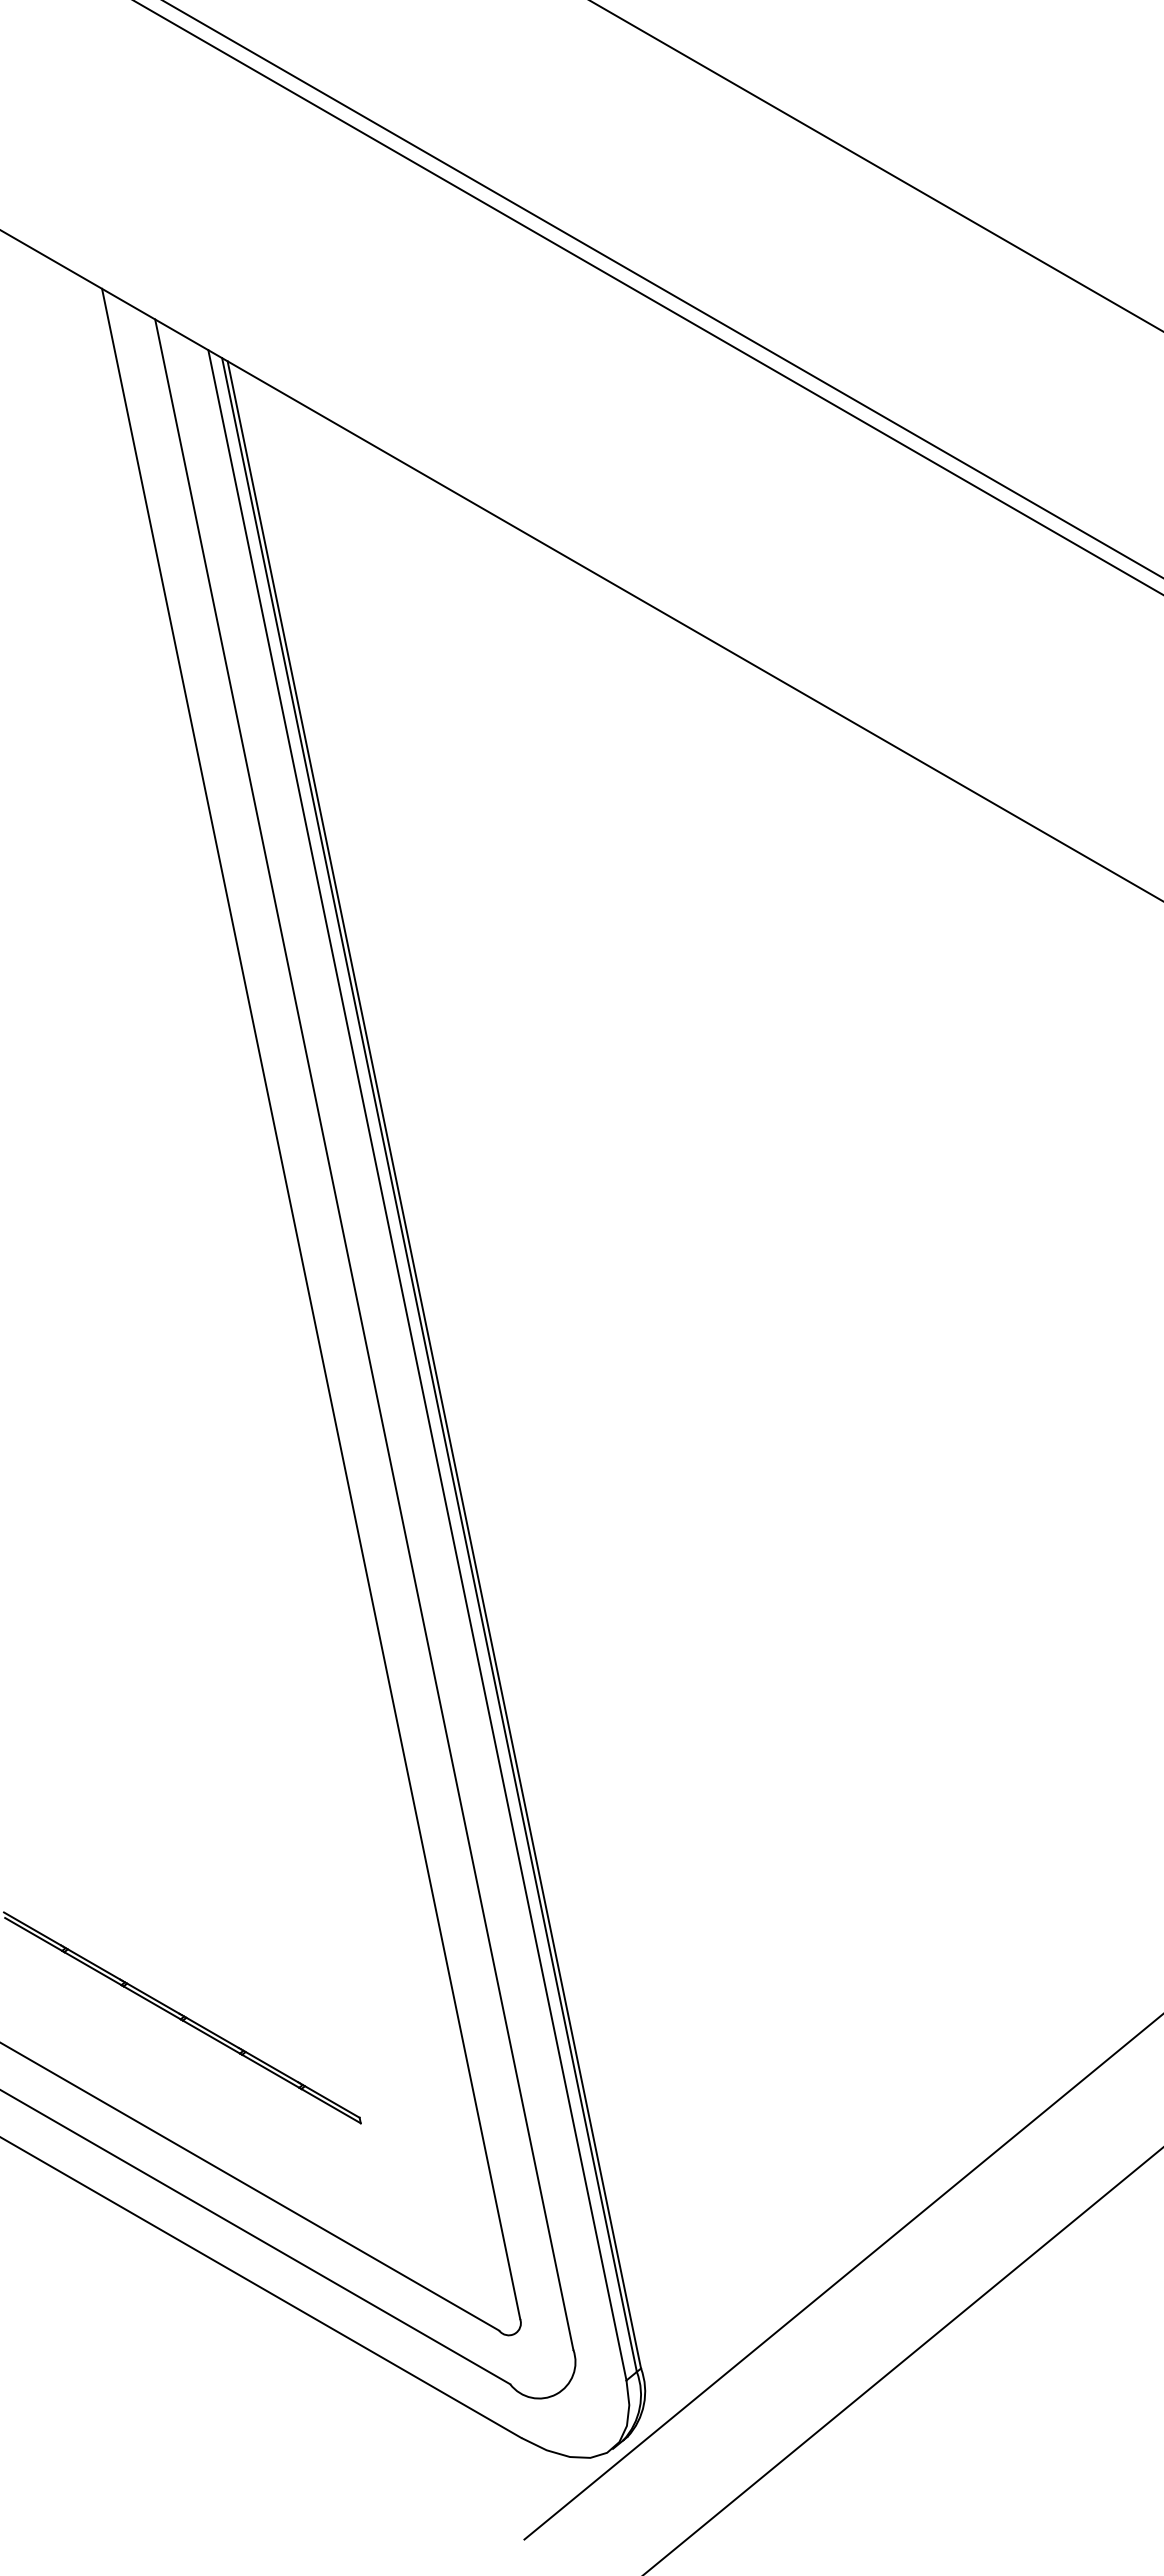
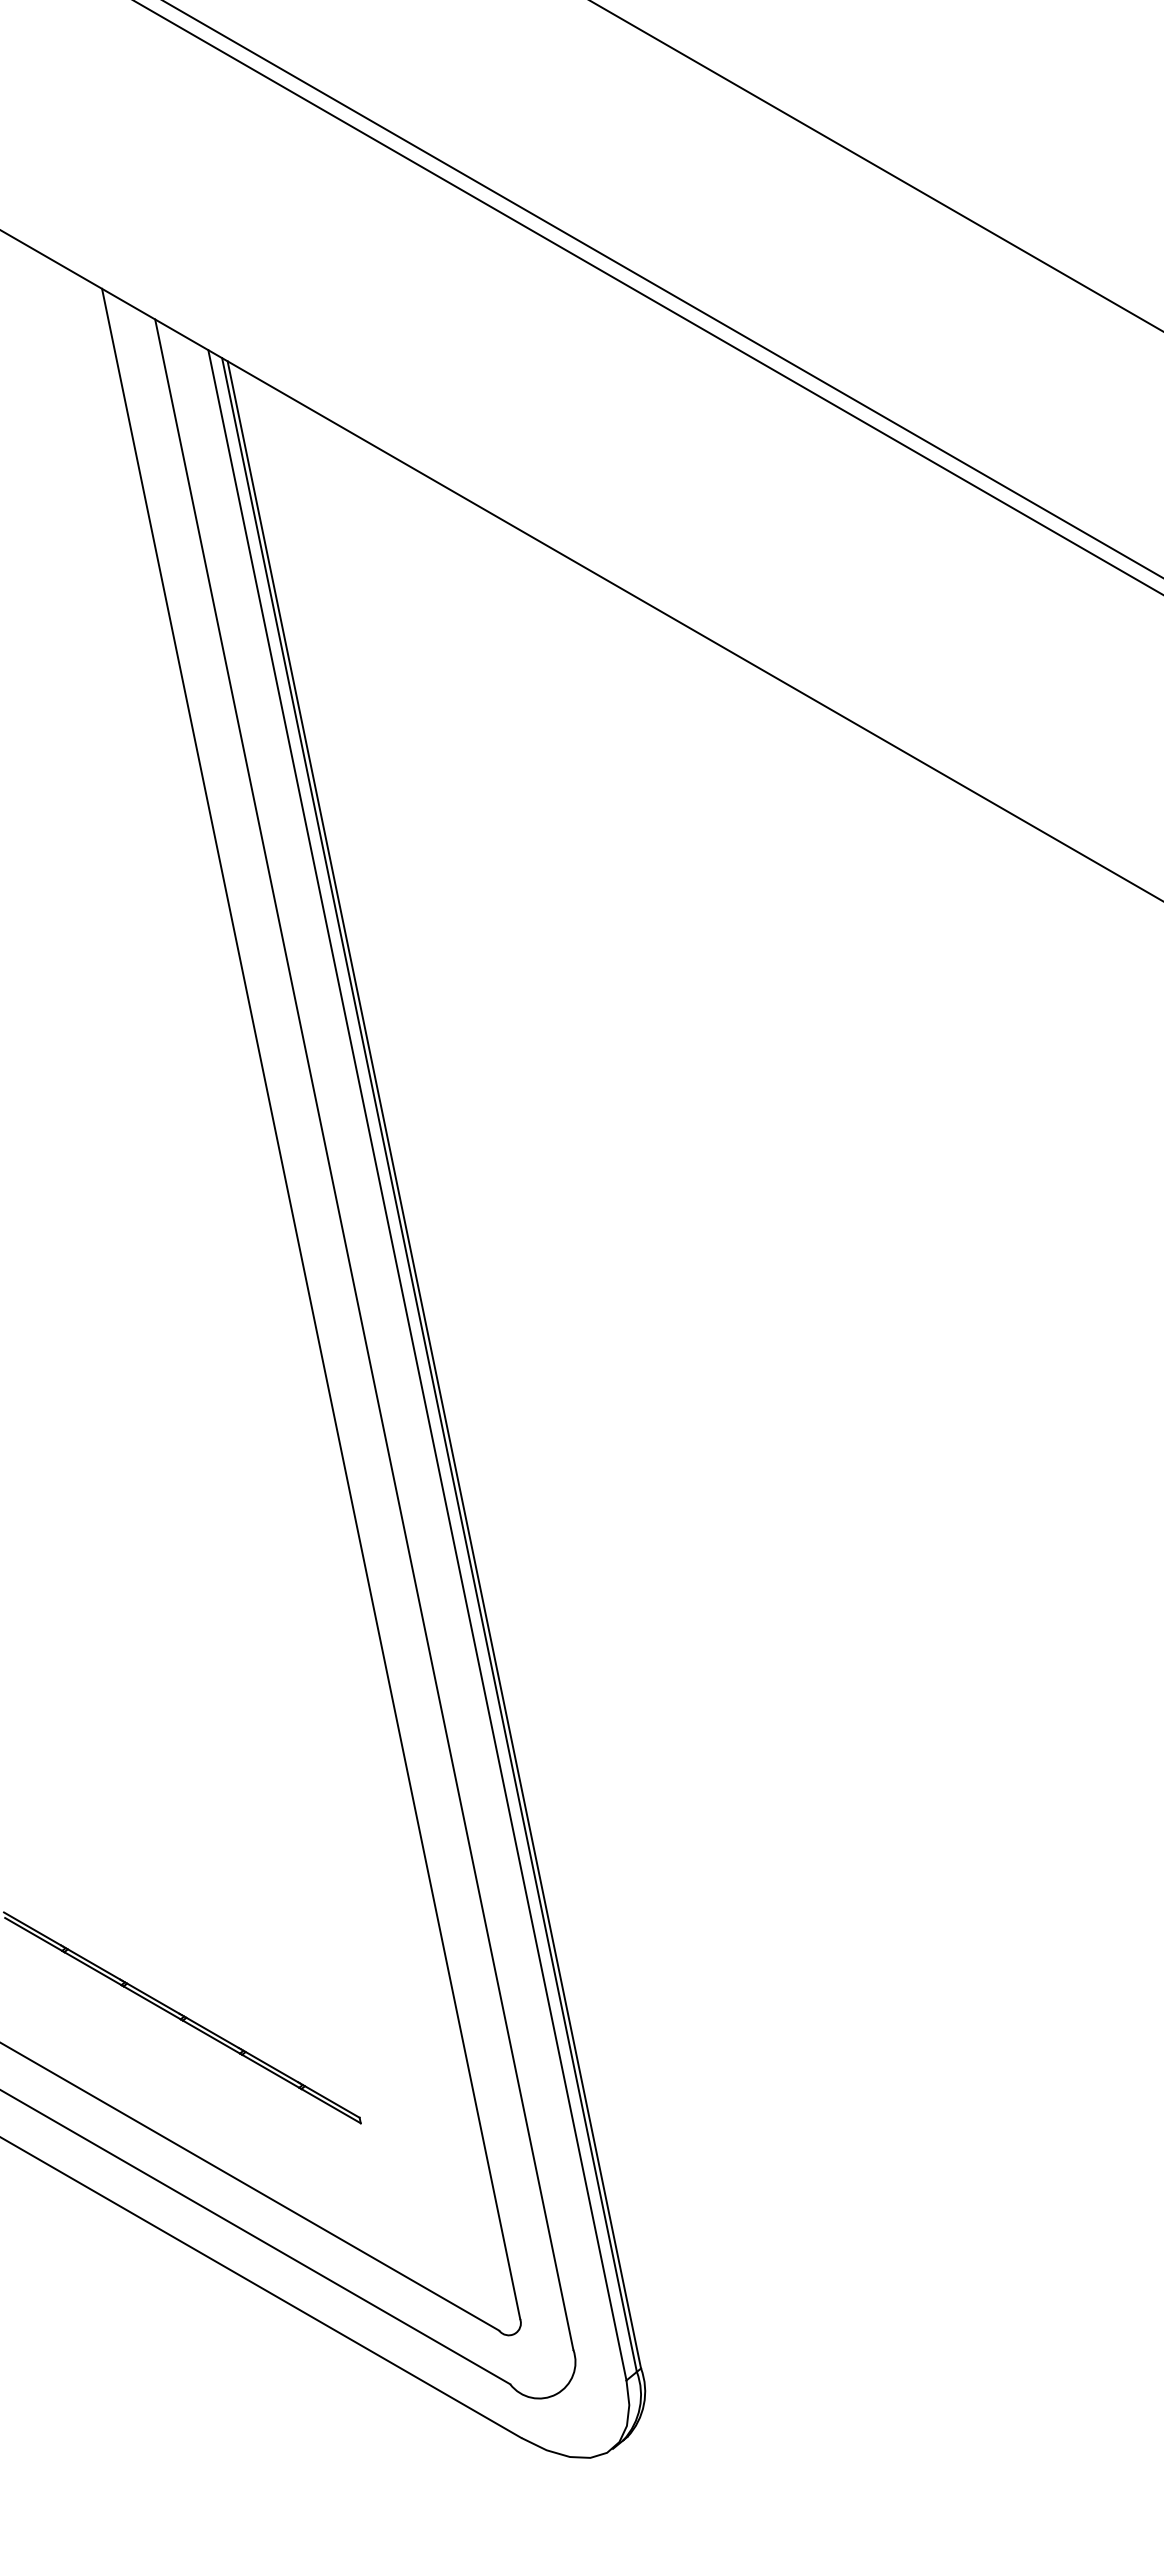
line at (842, 2277): present -> none
line at (903, 2360): present -> none
